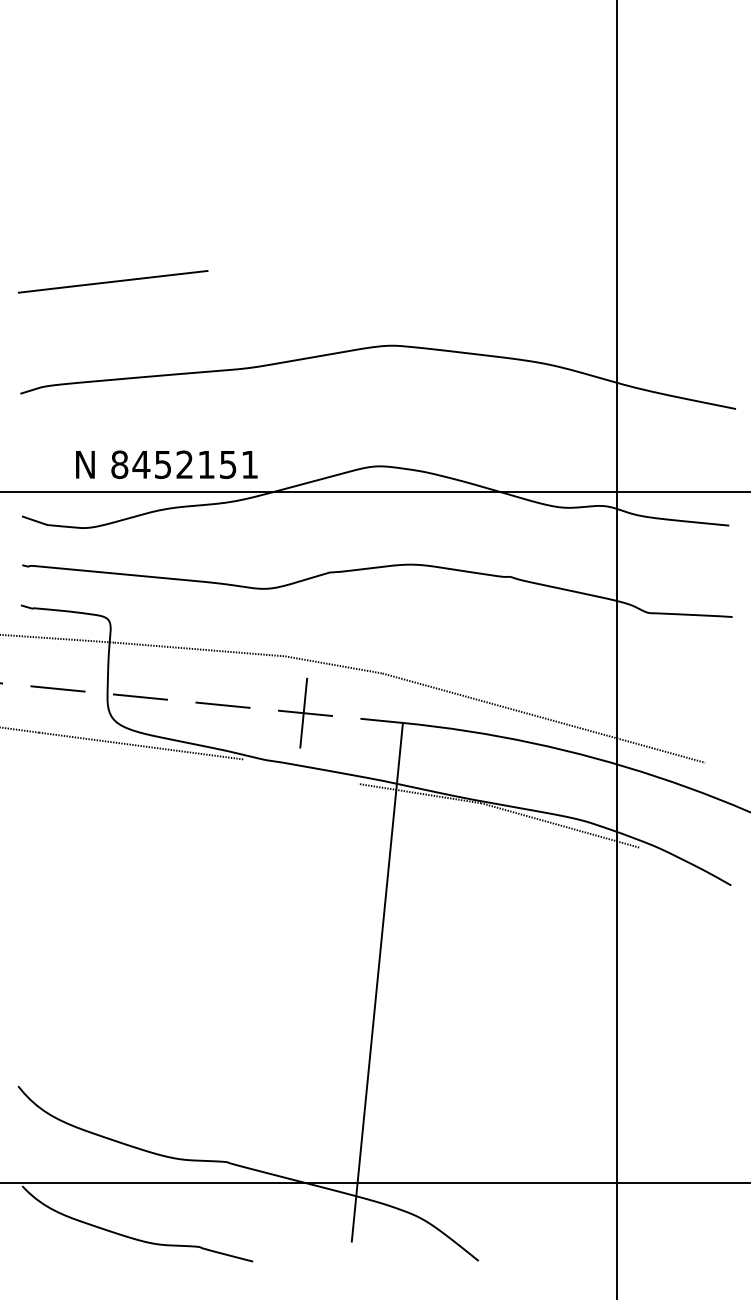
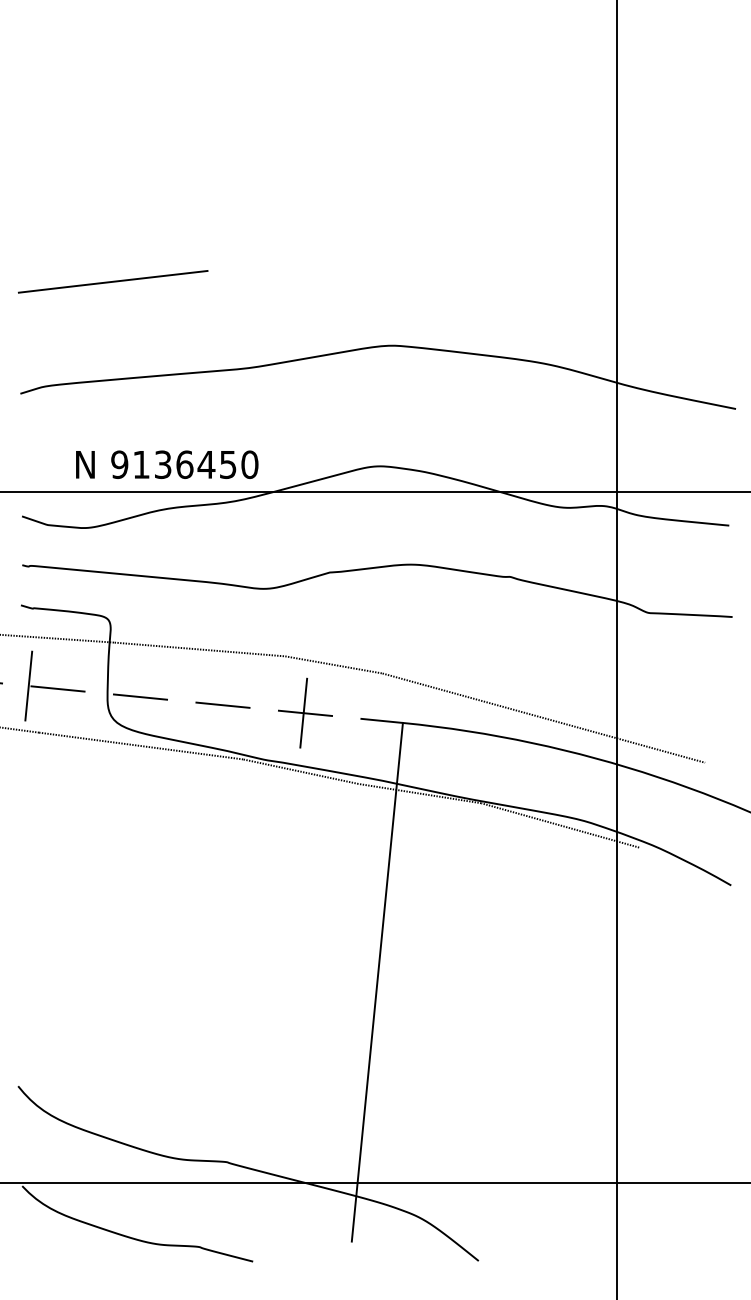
text at (184, 464): 8452151 -> 9136450
line at (28, 685): none -> present
line at (300, 771): none -> present
